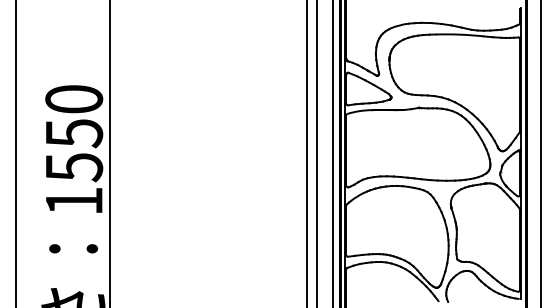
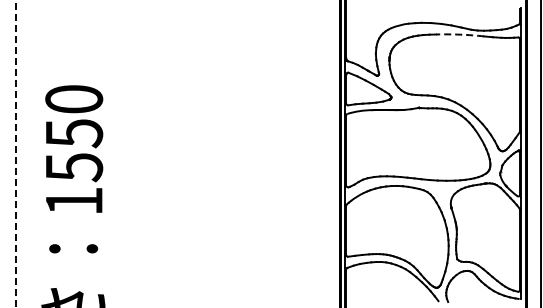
arc at (460, 34): solid -> dashed
line at (16, 153): solid -> dashed
line at (109, 153): present -> none
line at (307, 153): present -> none
line at (316, 153): present -> none
line at (333, 153): present -> none
